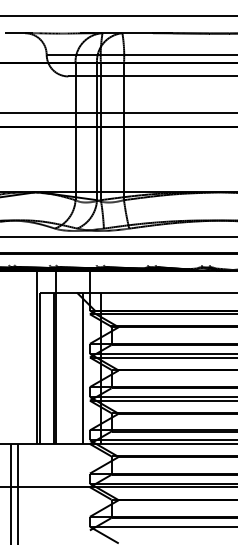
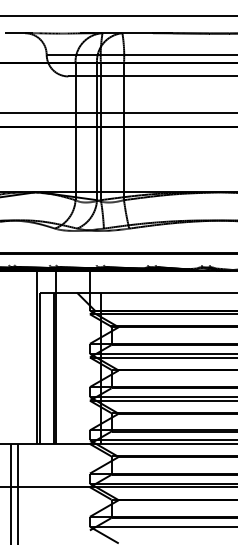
line at (118, 236): present -> none
line at (82, 367): present -> none
